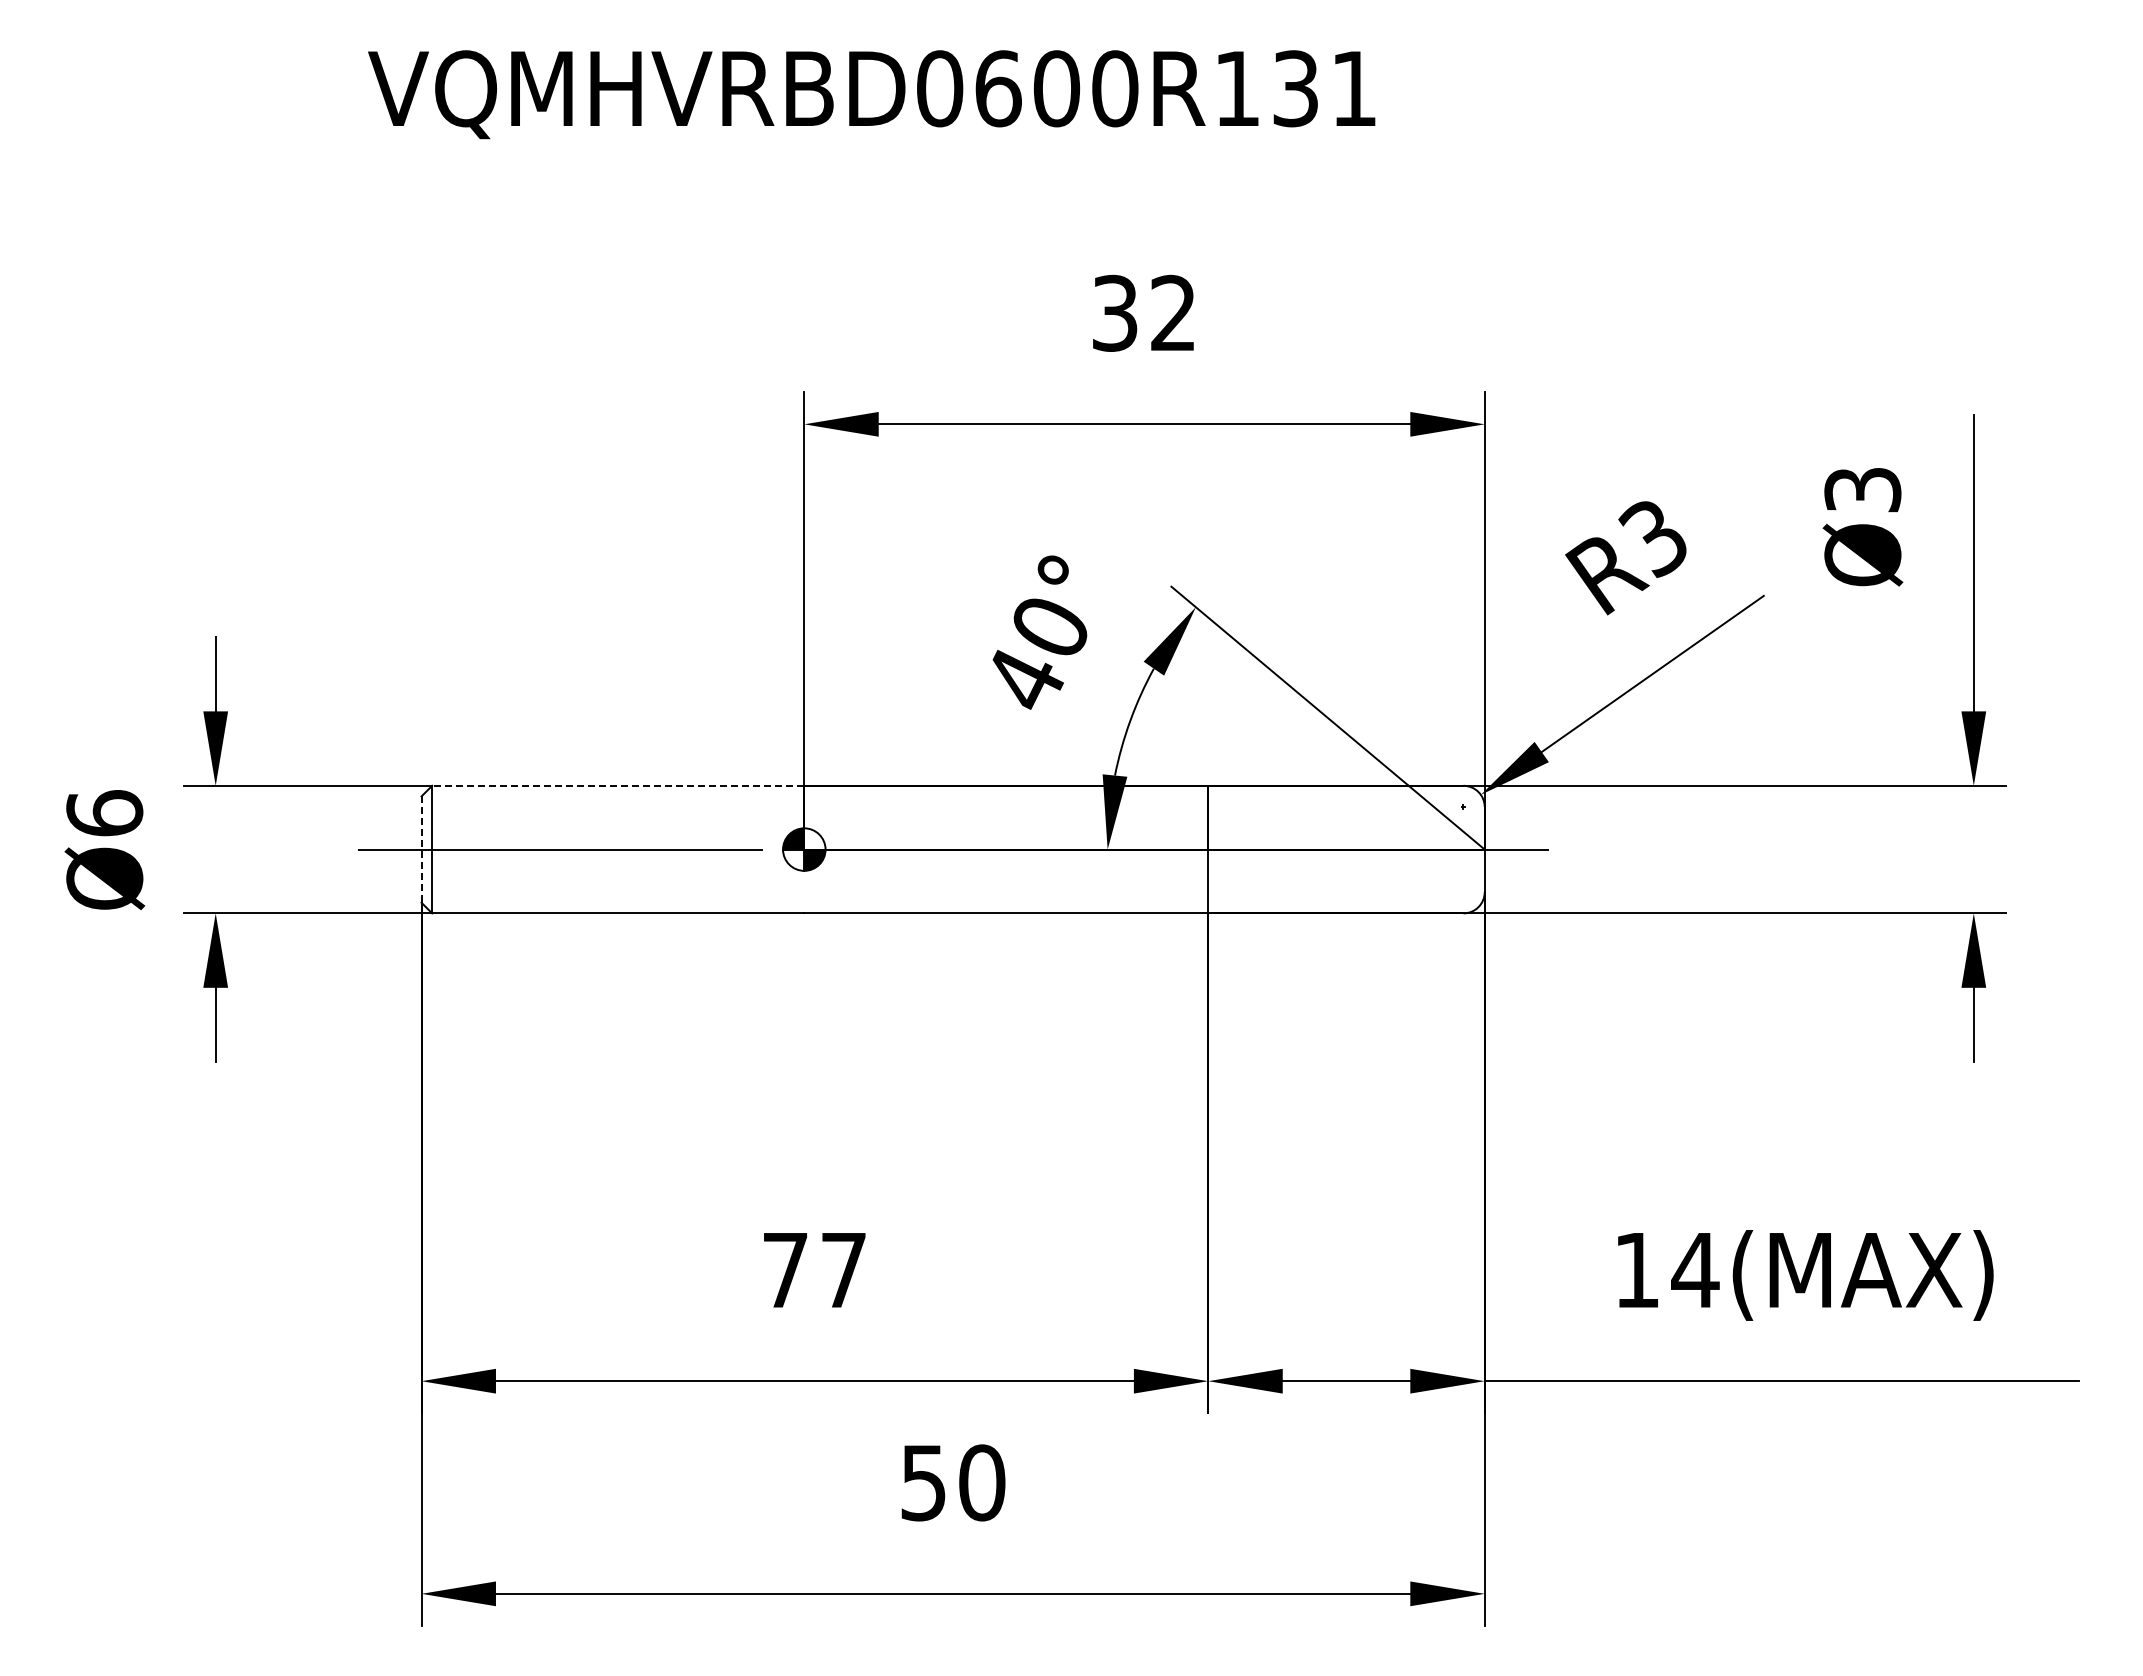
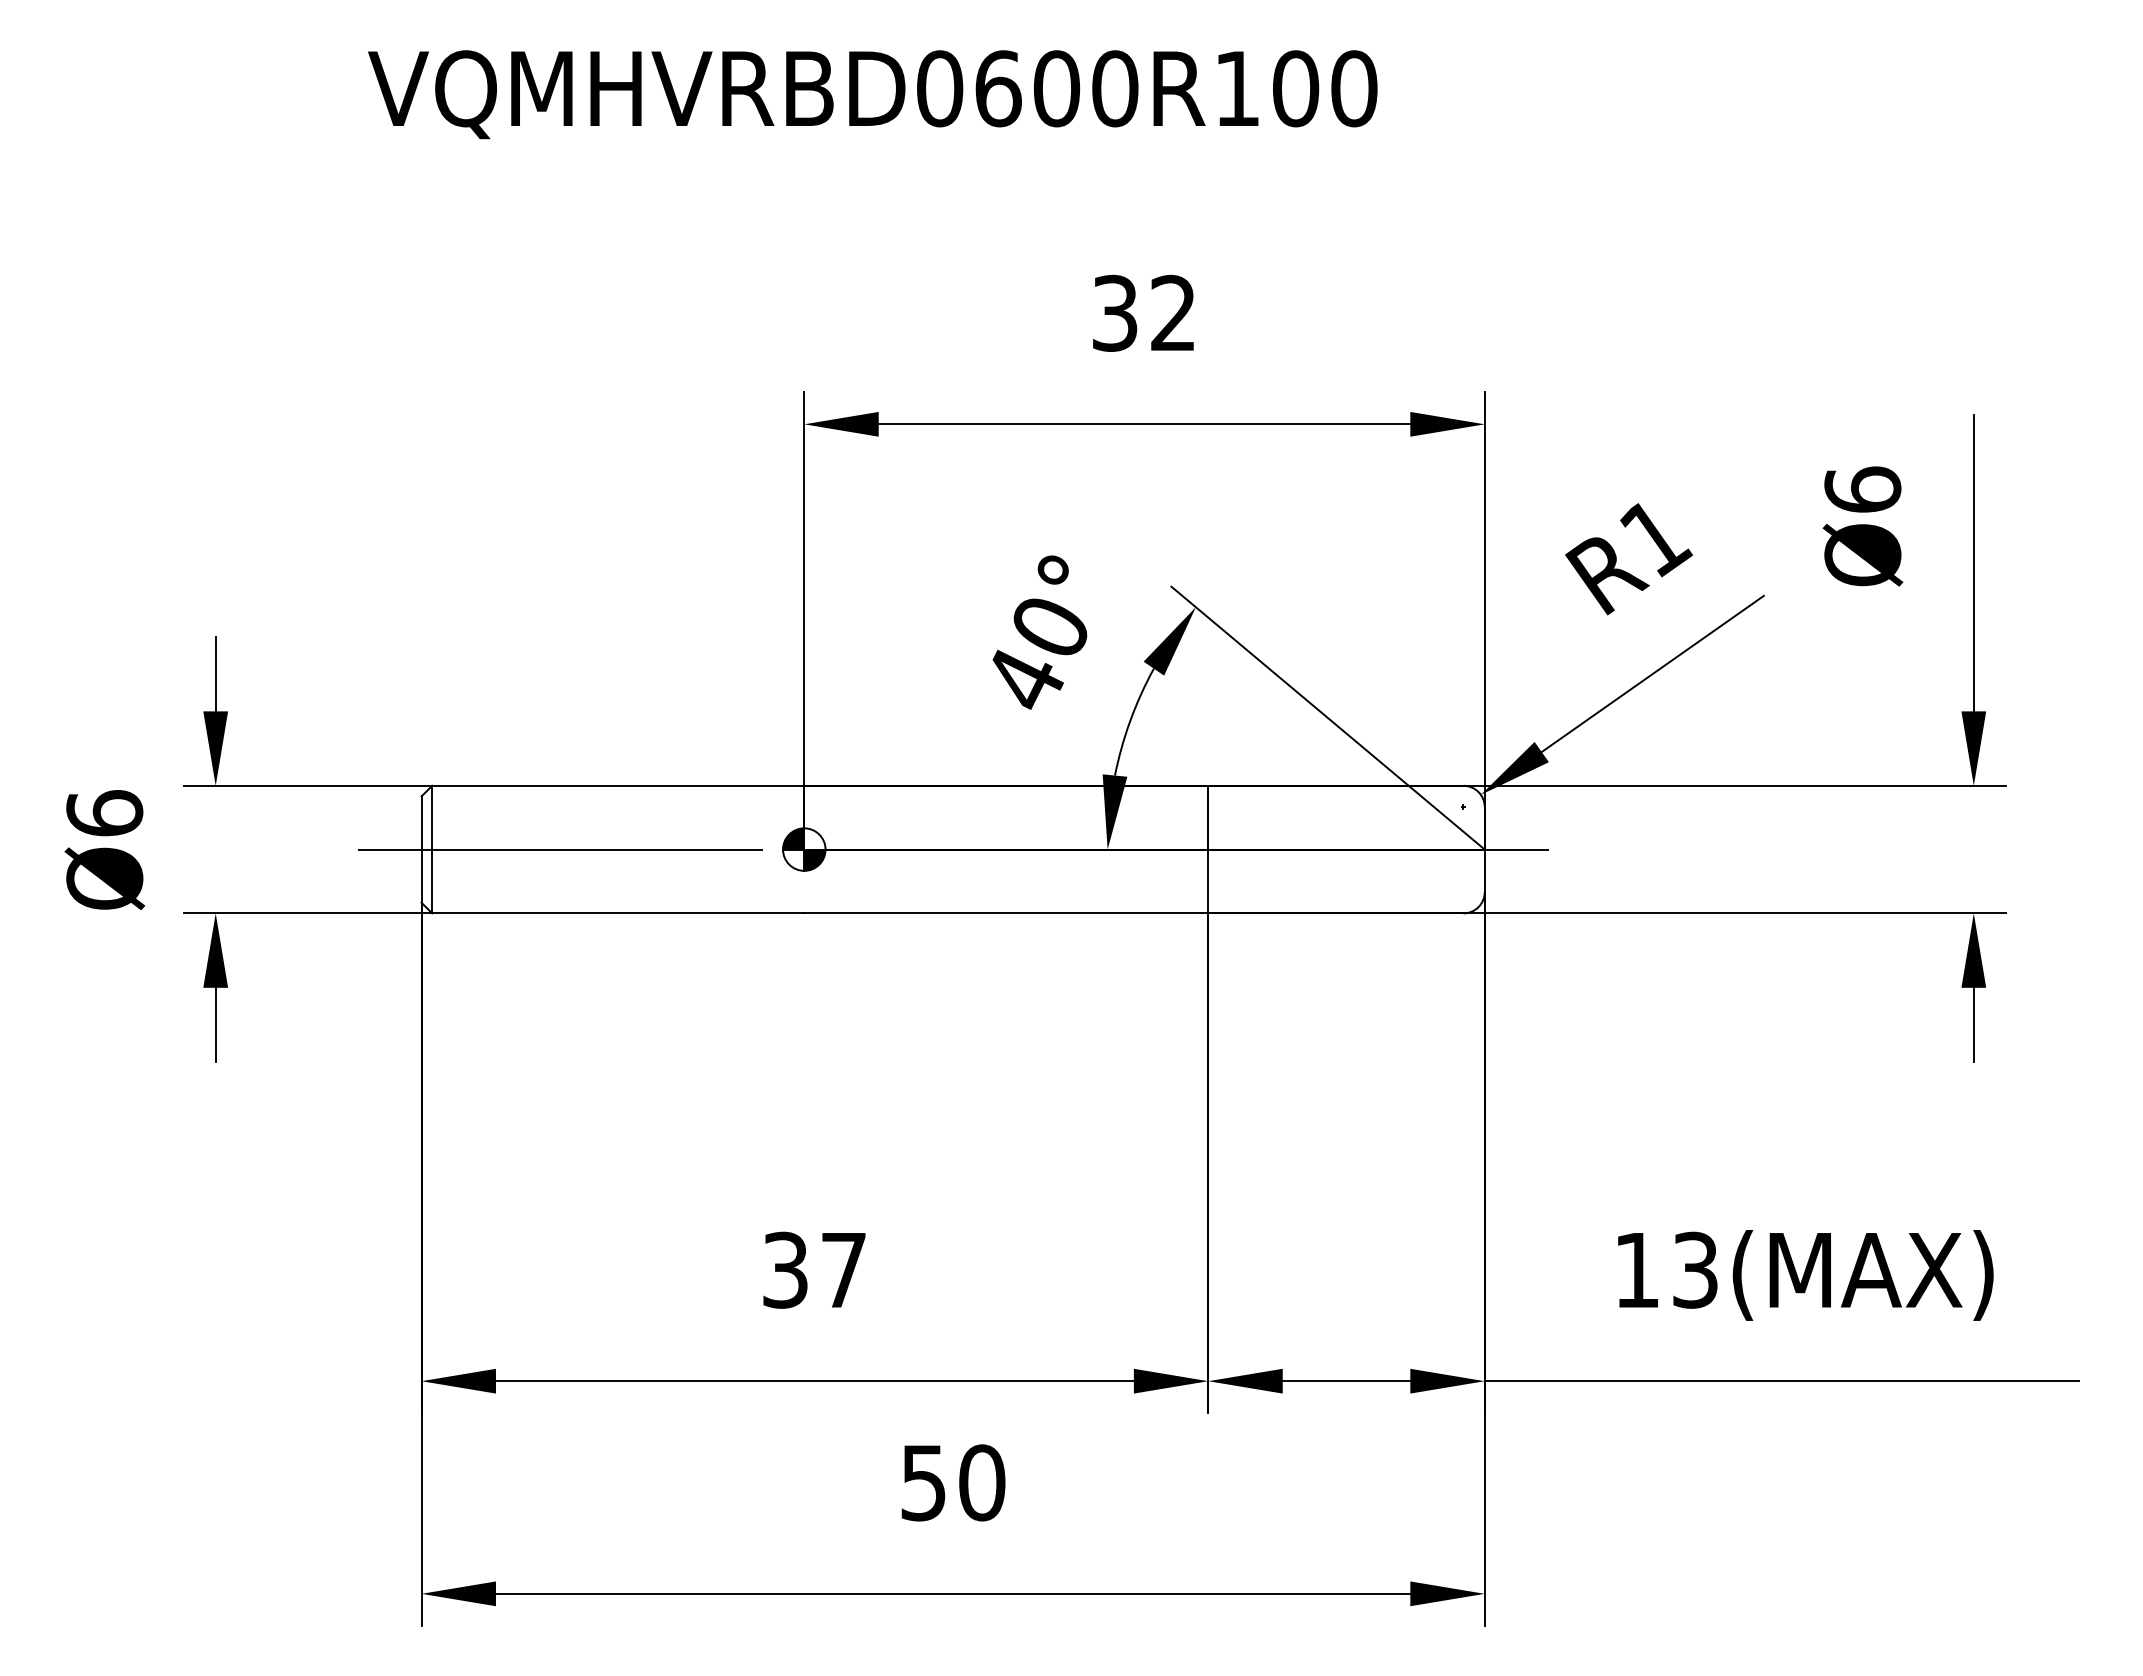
text at (1325, 88): VQMHVRBD0600R131 -> VQMHVRBD0600R100
text at (1862, 489): Ø3 -> Ø6
text at (1655, 539): R3 -> R1
line at (617, 785): dashed -> solid
line at (421, 850): dashed -> solid
text at (785, 1269): 77 -> 37
text at (1695, 1269): 14(MAX) -> 13(MAX)
